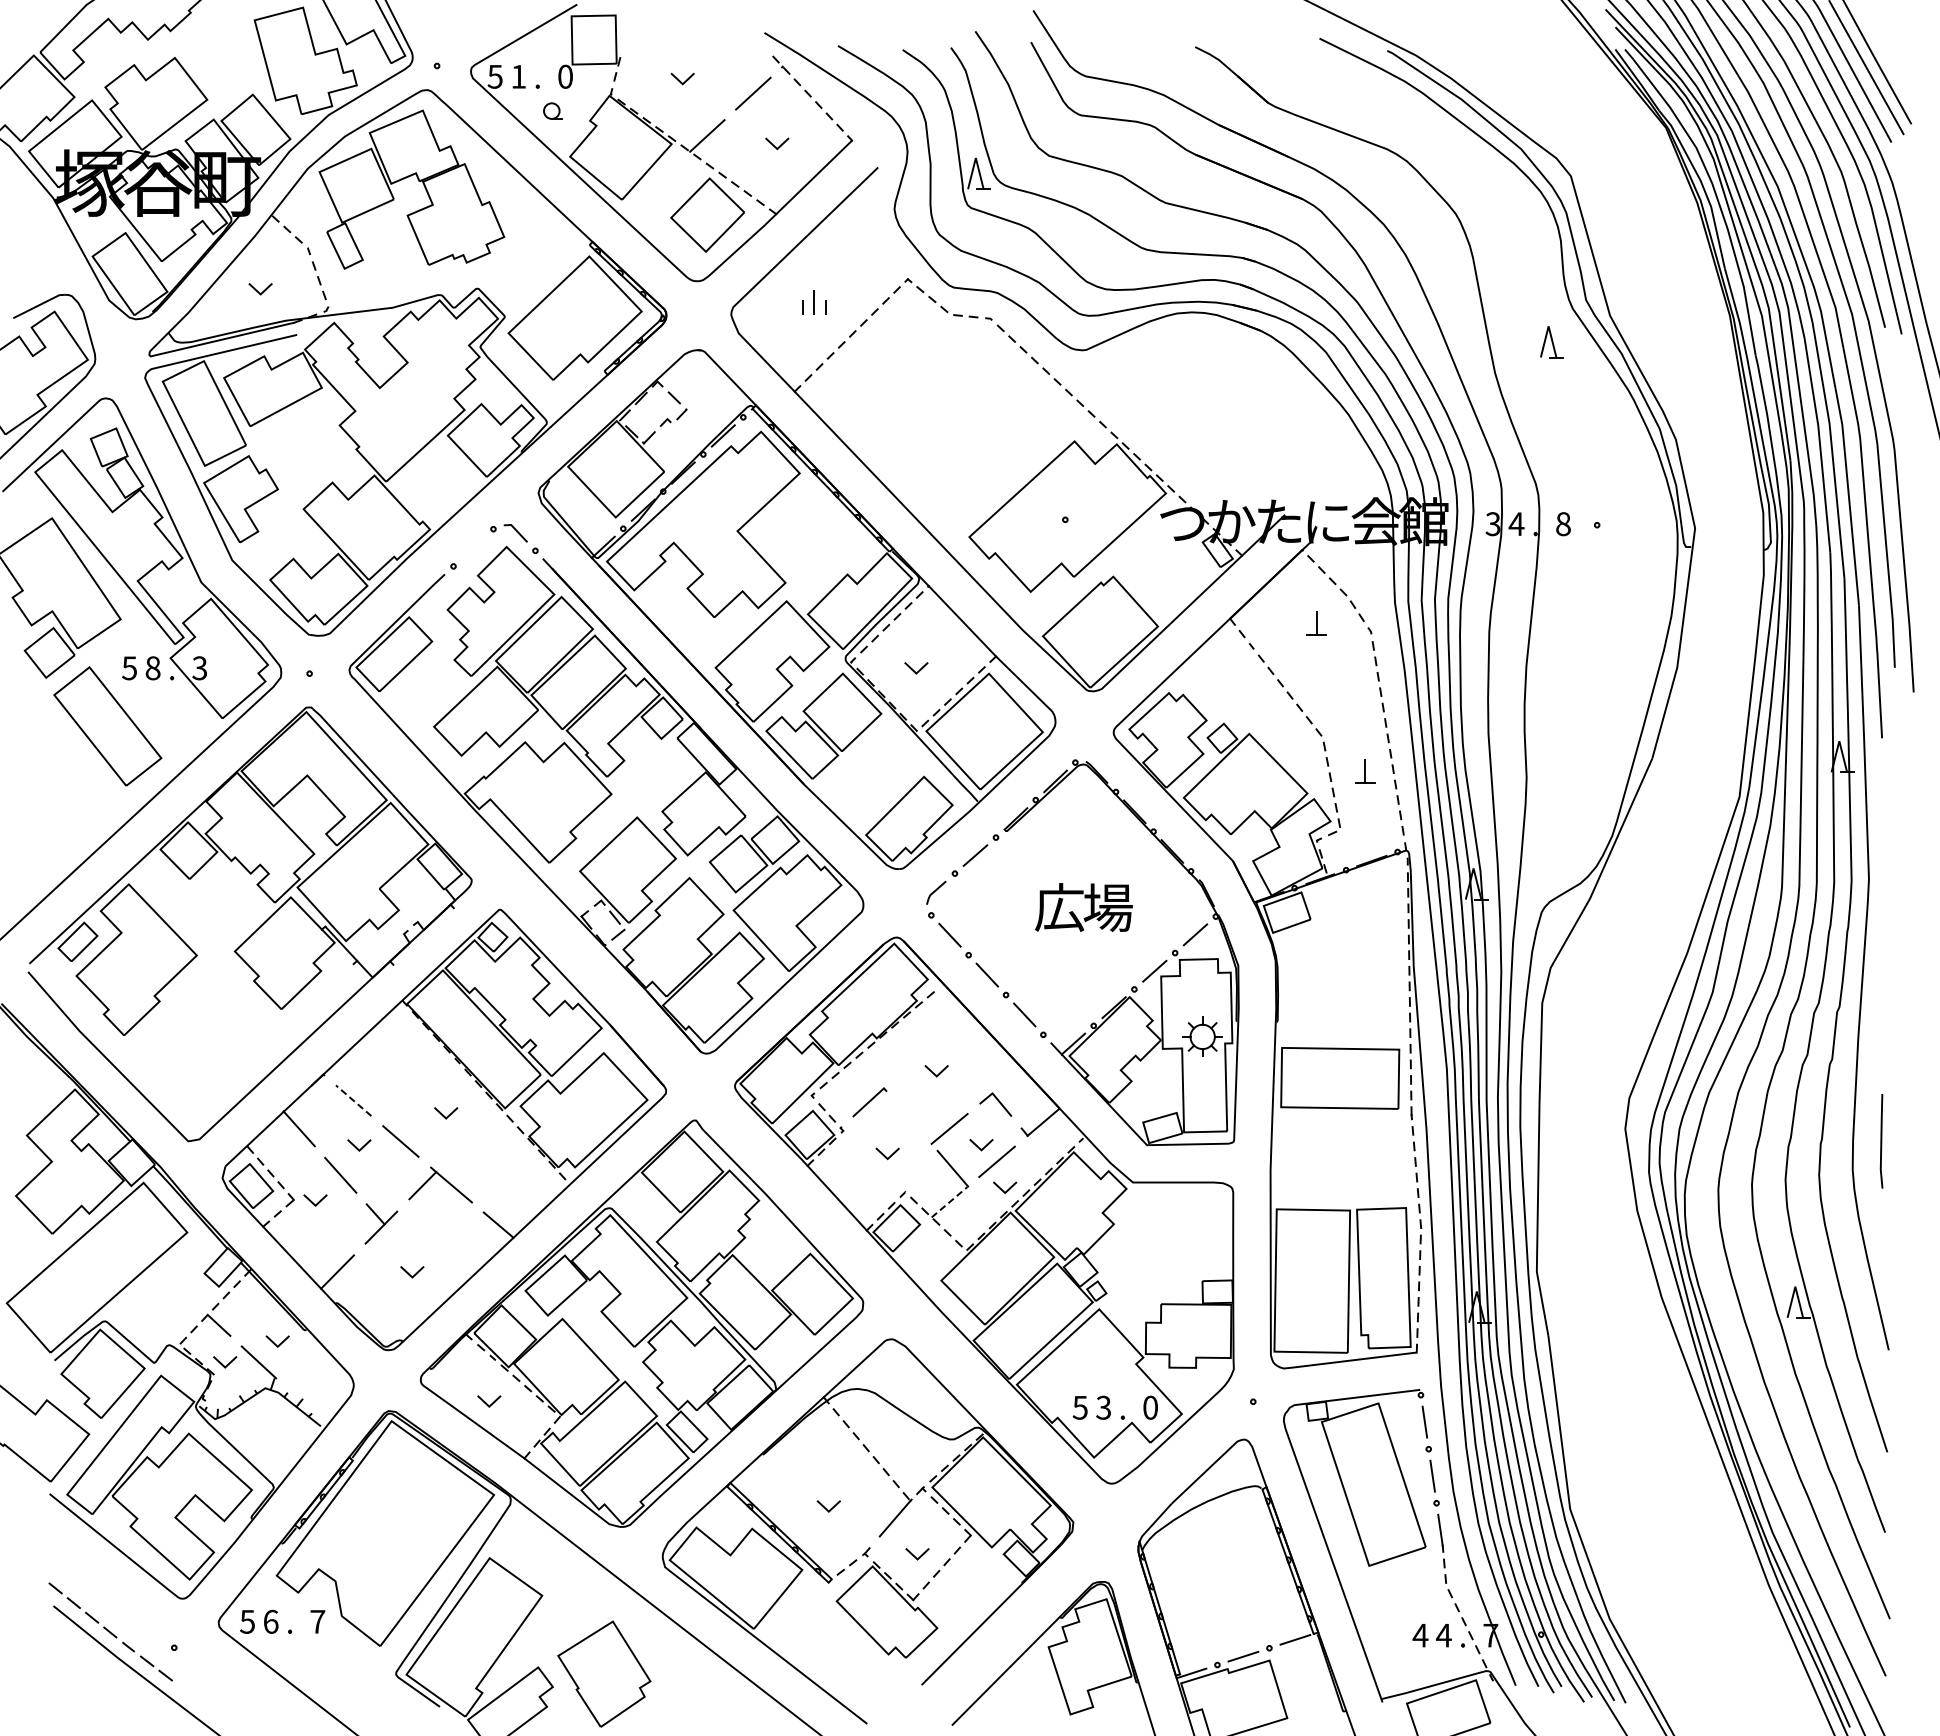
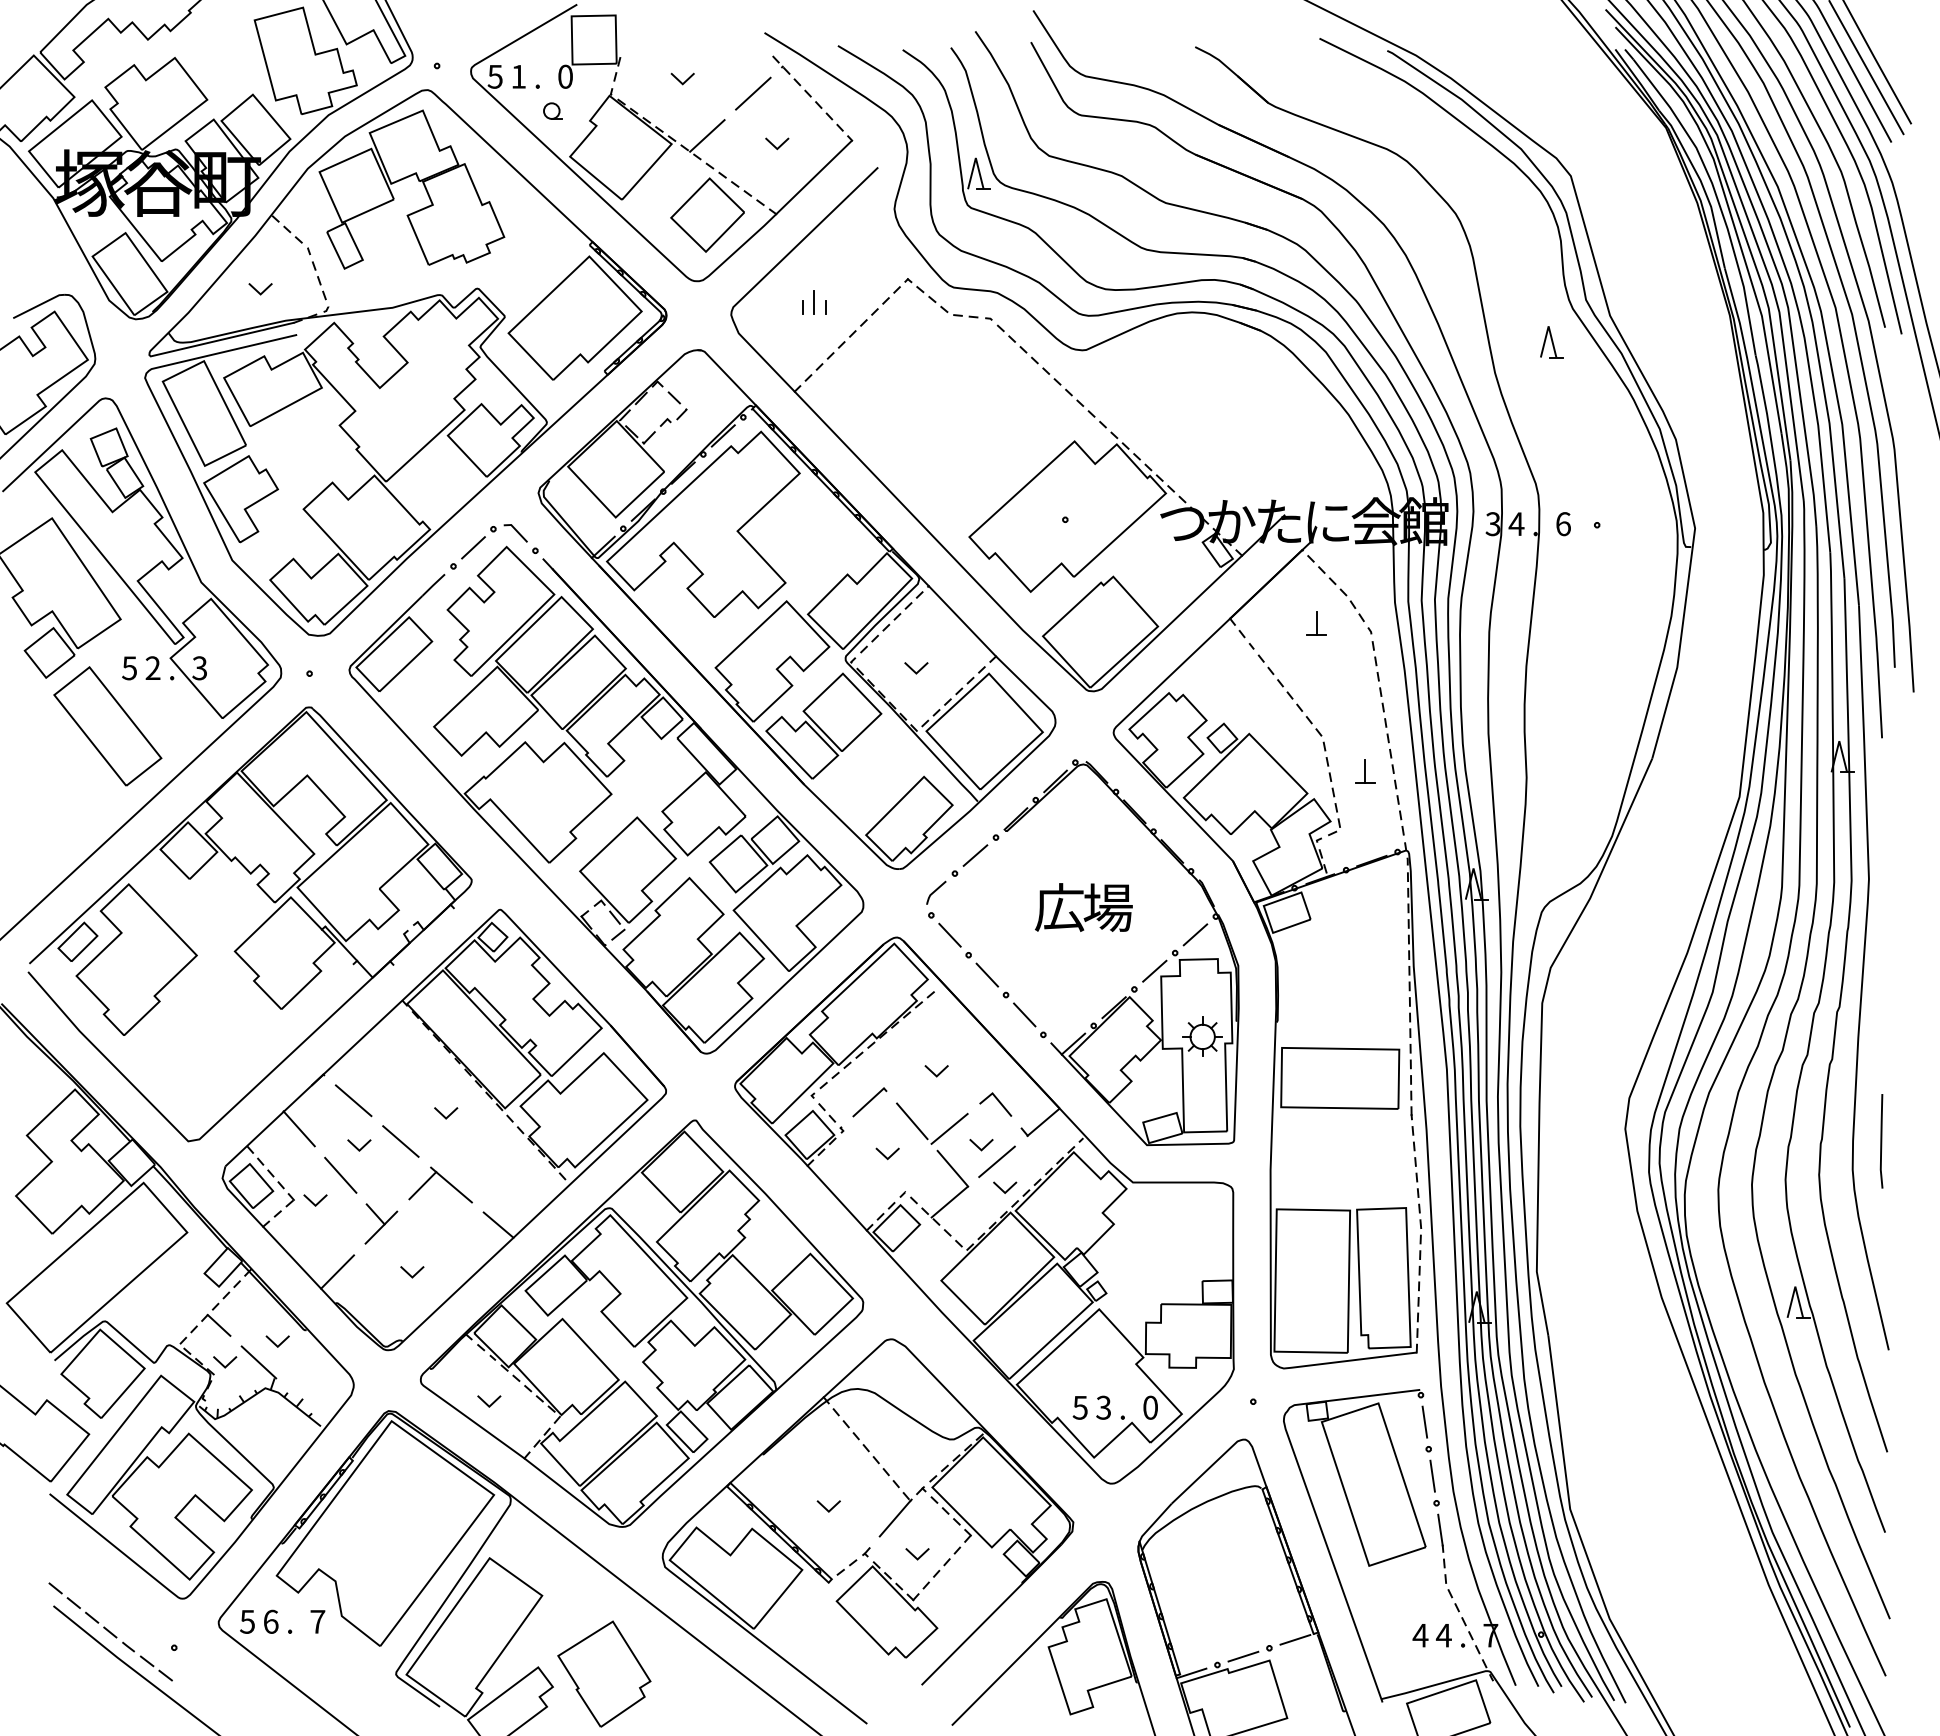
text at (1563, 524): 8 -> 6
line at (473, 547): none -> present
text at (152, 668): 8 -> 2
line at (353, 1100): dashed -> solid
line at (912, 1121): none -> present
line at (949, 1201): dashed -> solid
